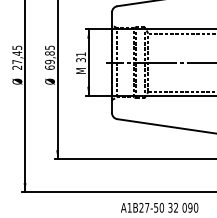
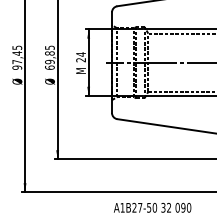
text at (80, 57): 31 -> 24
text at (17, 67): 27,45 -> 97,45
text at (159, 207) position: (159, 207) -> (152, 207)
